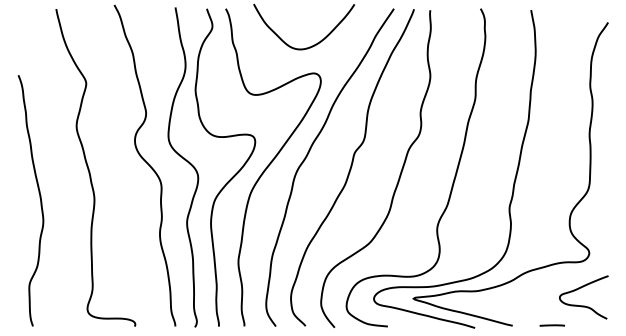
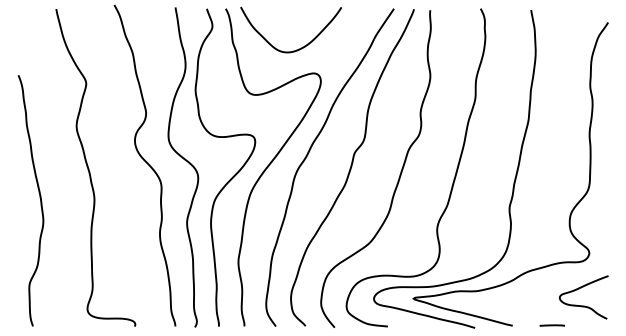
curve at (311, 45) position: (311, 45) -> (298, 48)
